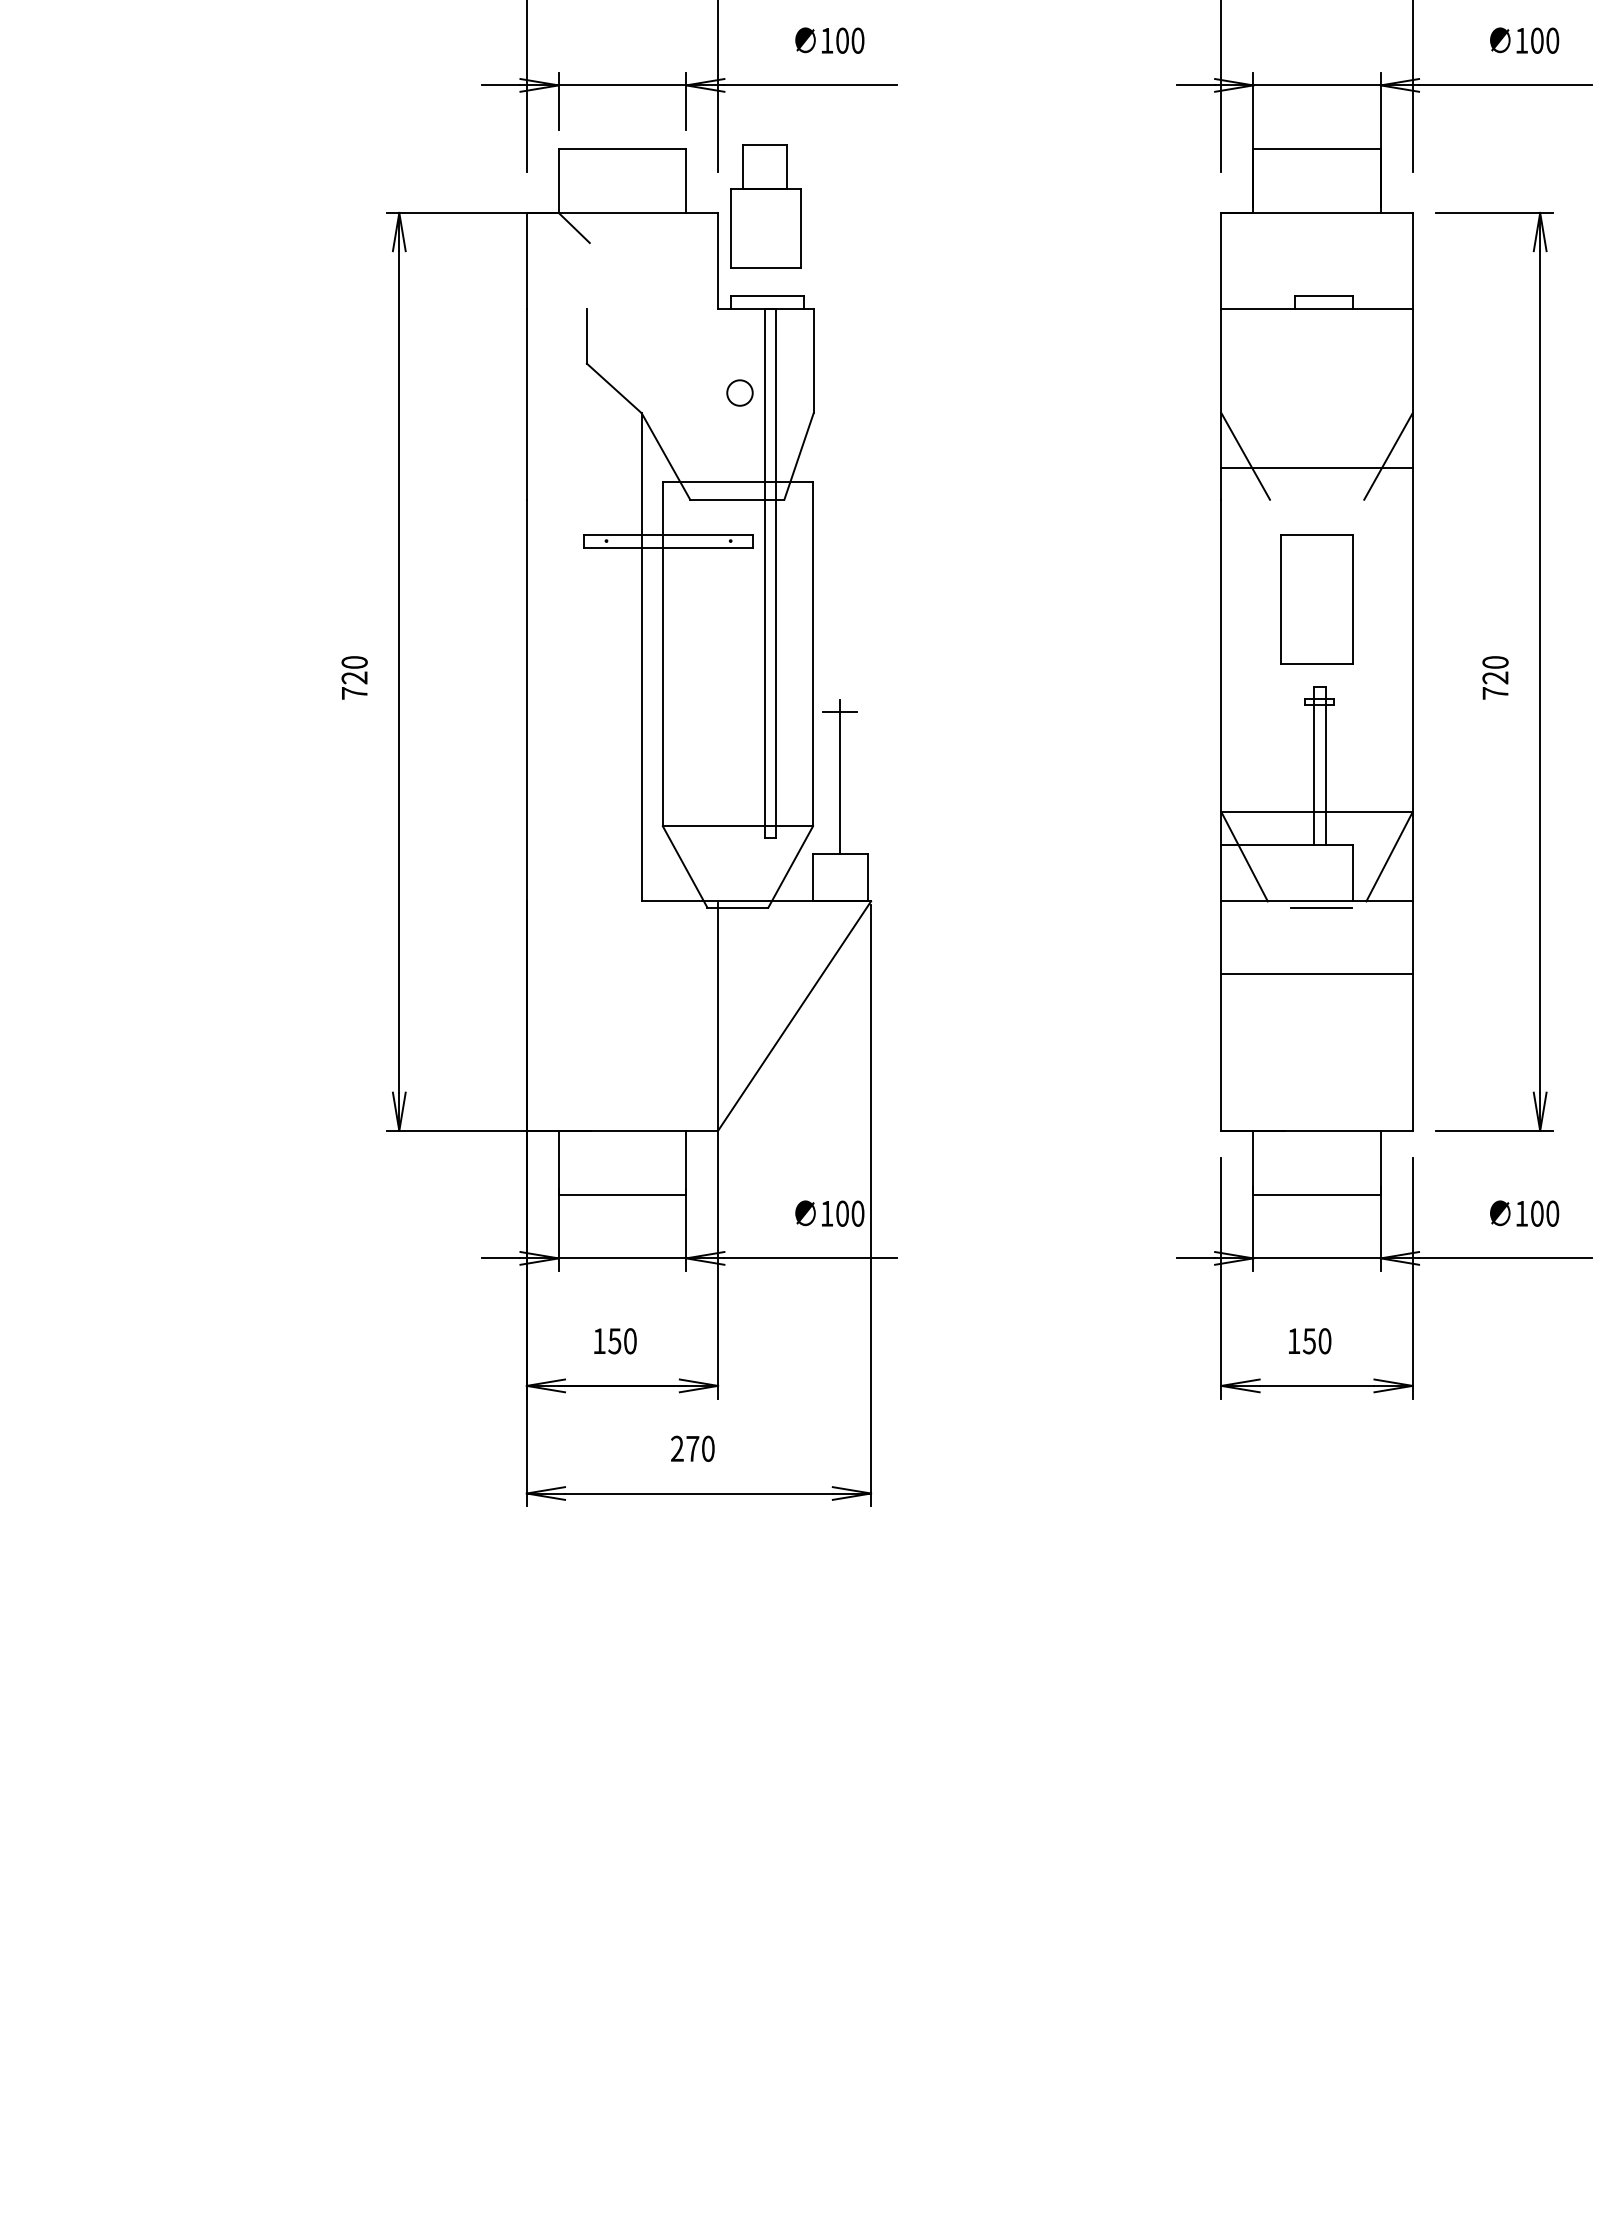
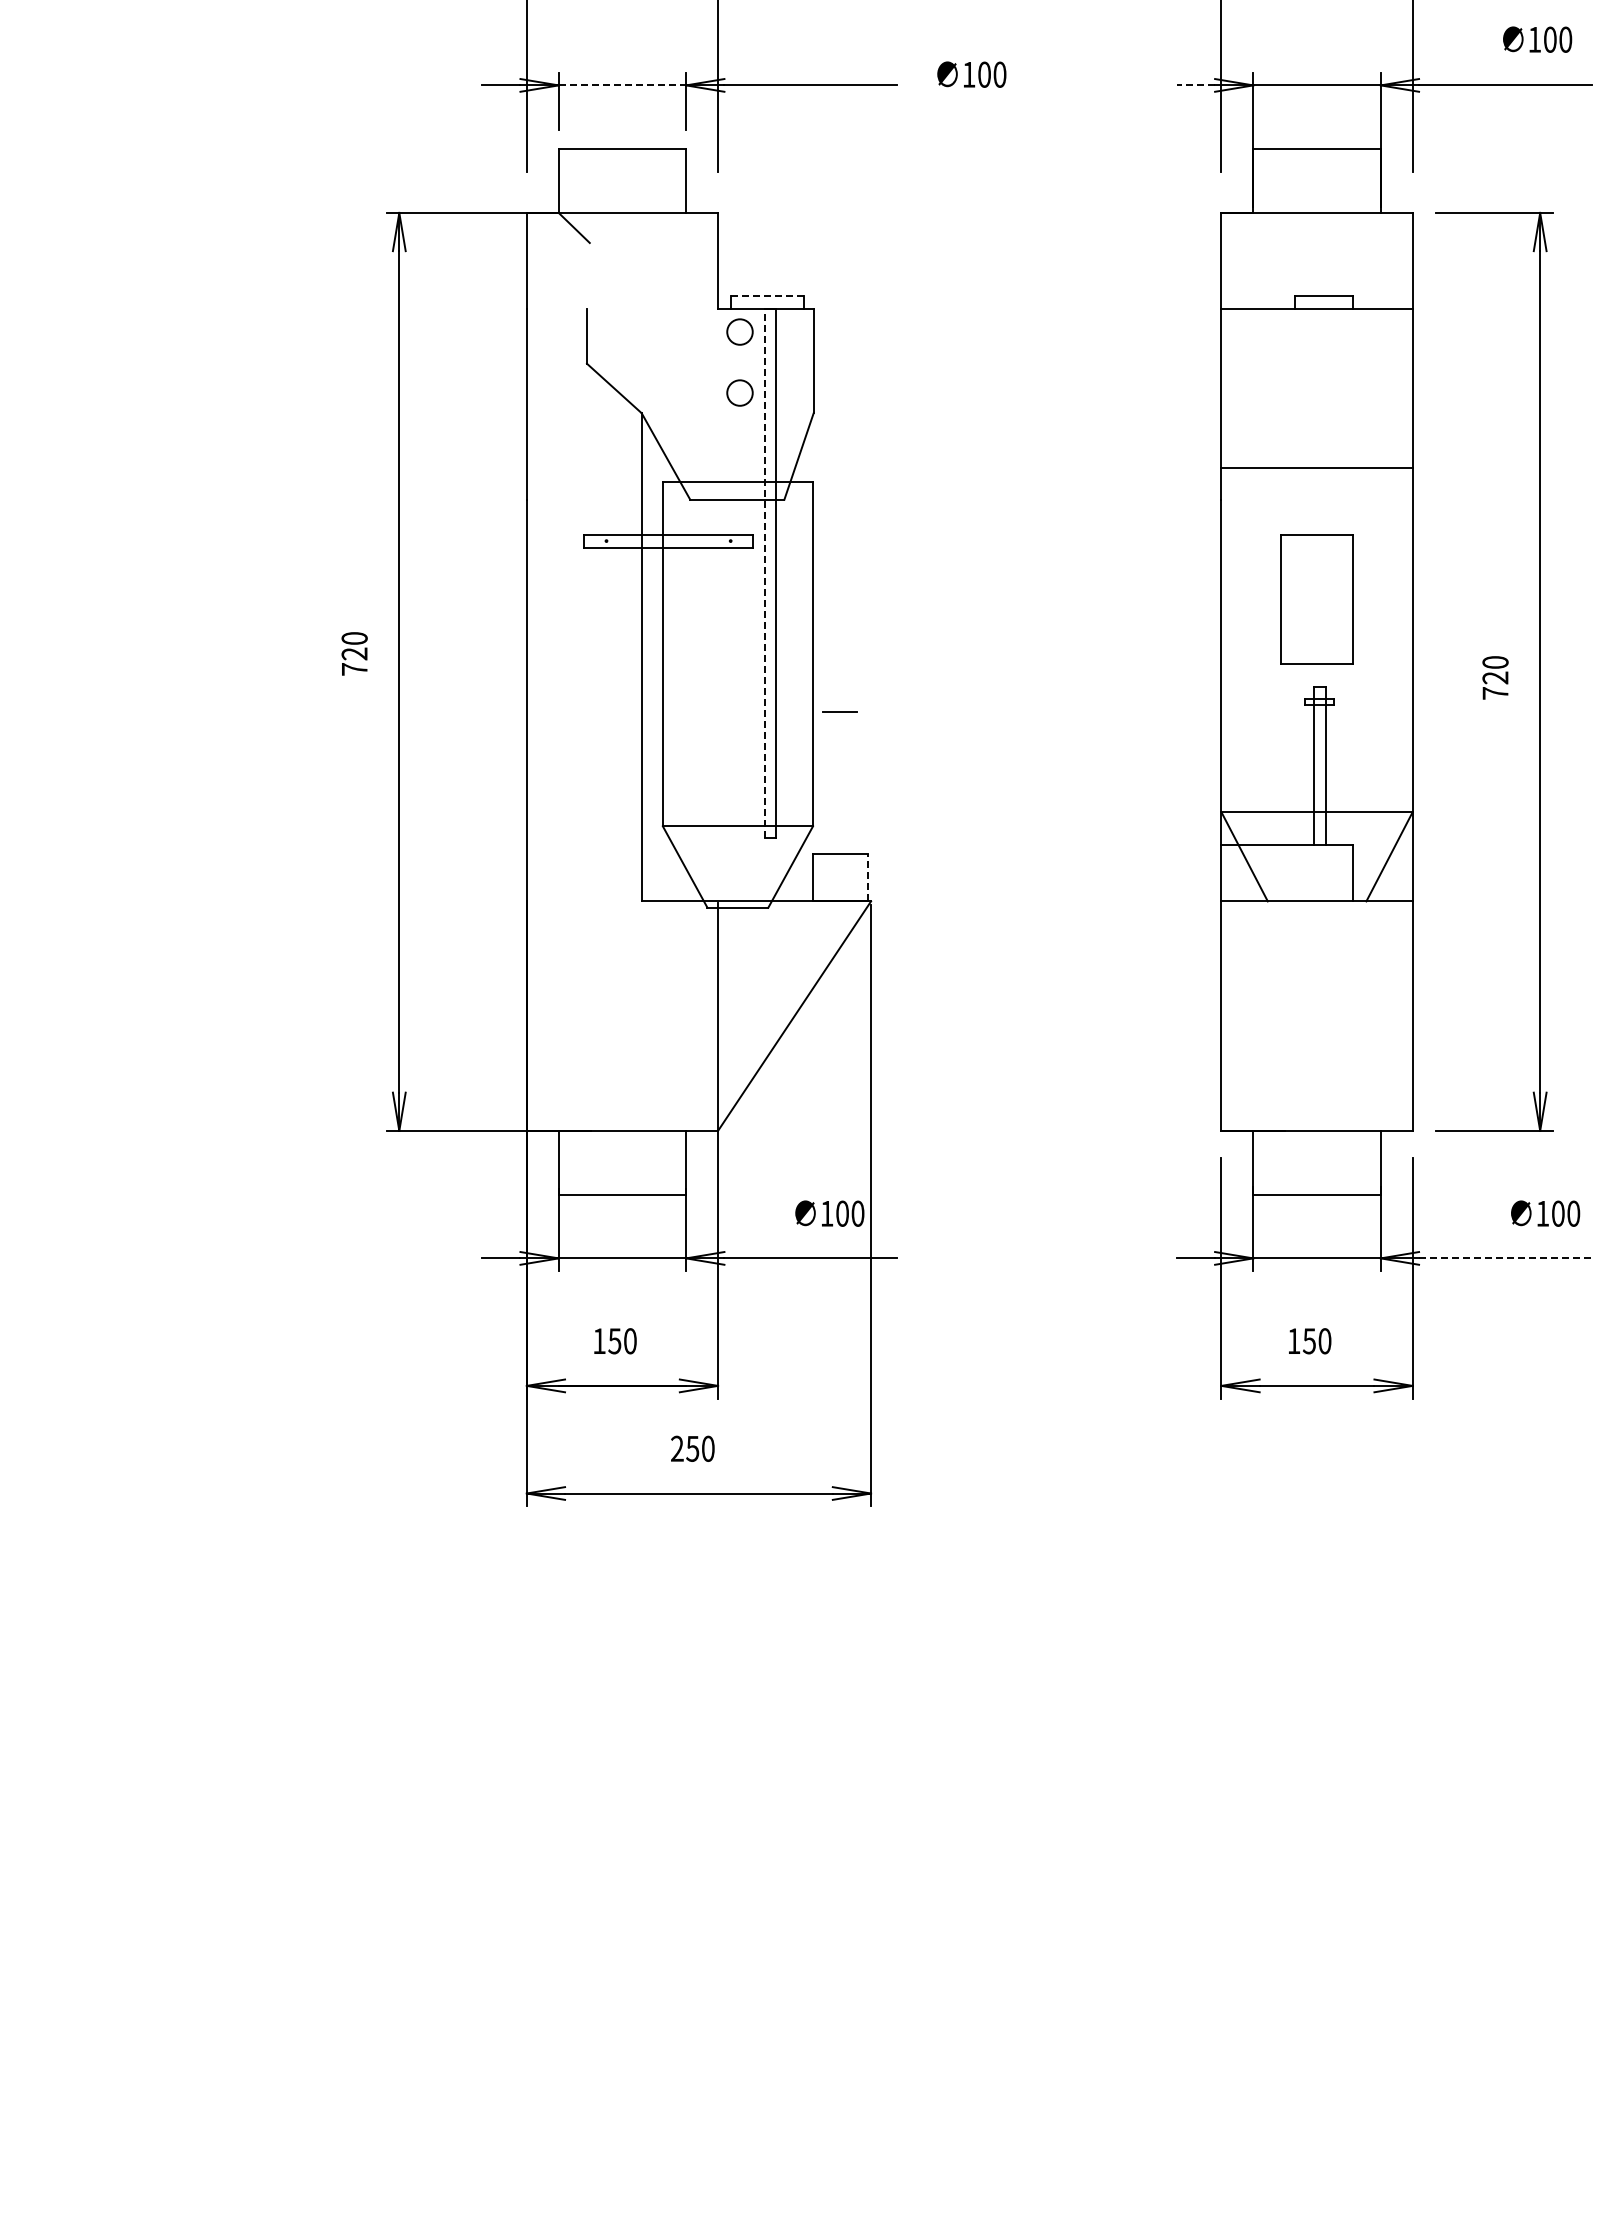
text at (829, 40) position: (829, 40) -> (971, 74)
text at (1524, 40) position: (1524, 40) -> (1537, 39)
line at (622, 85): solid -> dashed
line at (1195, 85): solid -> dashed
part at (765, 206): present -> none
line at (767, 295): solid -> dashed
circle at (739, 331): none -> present
line at (1245, 456): present -> none
line at (1388, 456): present -> none
line at (765, 573): solid -> dashed
text at (354, 677) position: (354, 677) -> (354, 653)
line at (840, 777): present -> none
line at (867, 877): solid -> dashed
line at (1321, 907): present -> none
line at (1316, 973): present -> none
text at (1524, 1213) position: (1524, 1213) -> (1545, 1213)
line at (1505, 1258): solid -> dashed
text at (692, 1448): 270 -> 250
